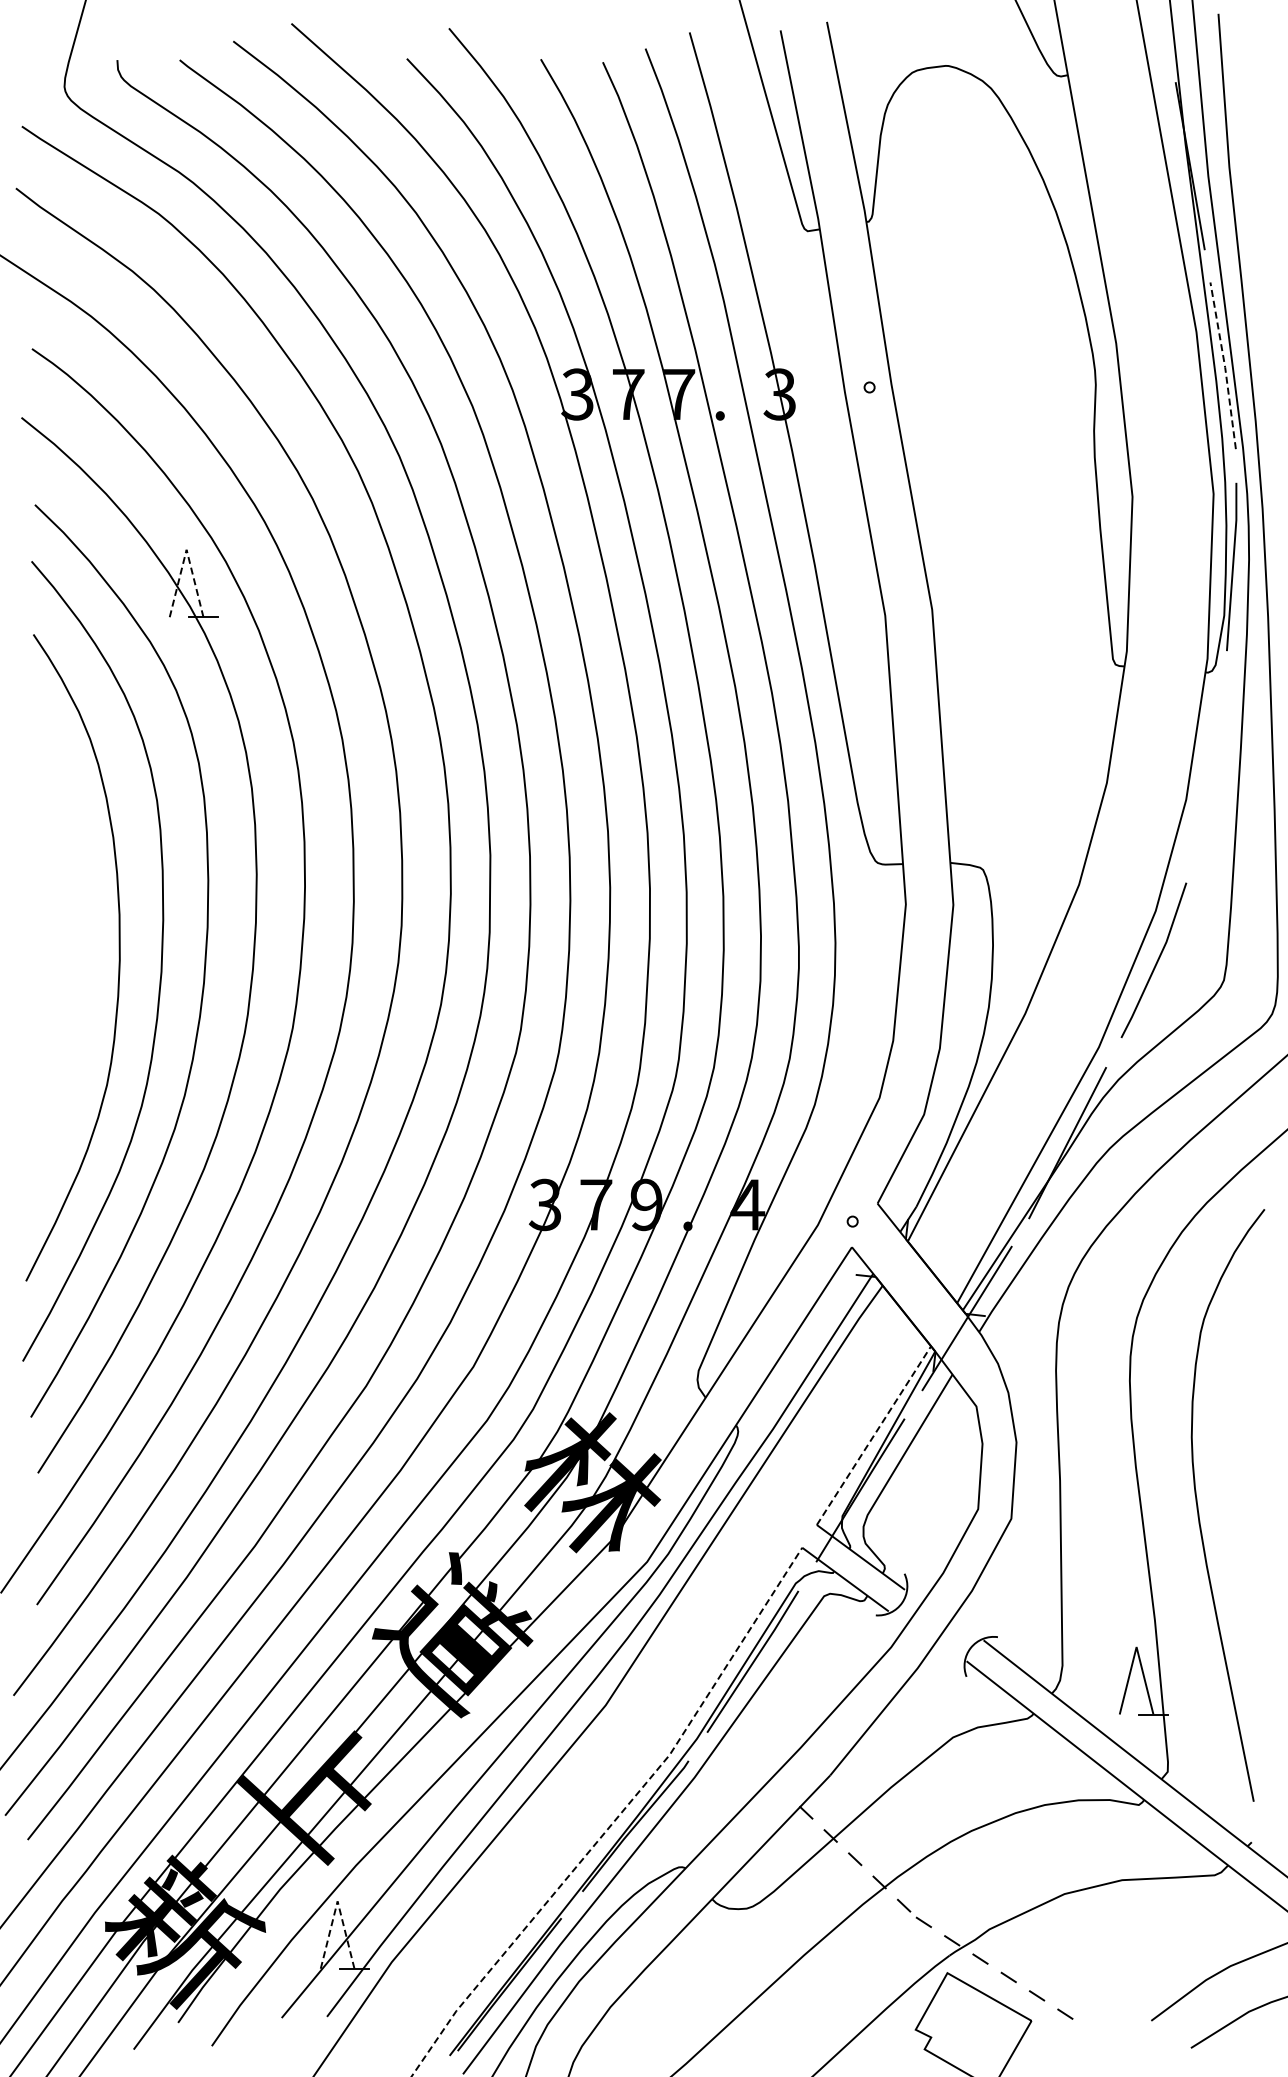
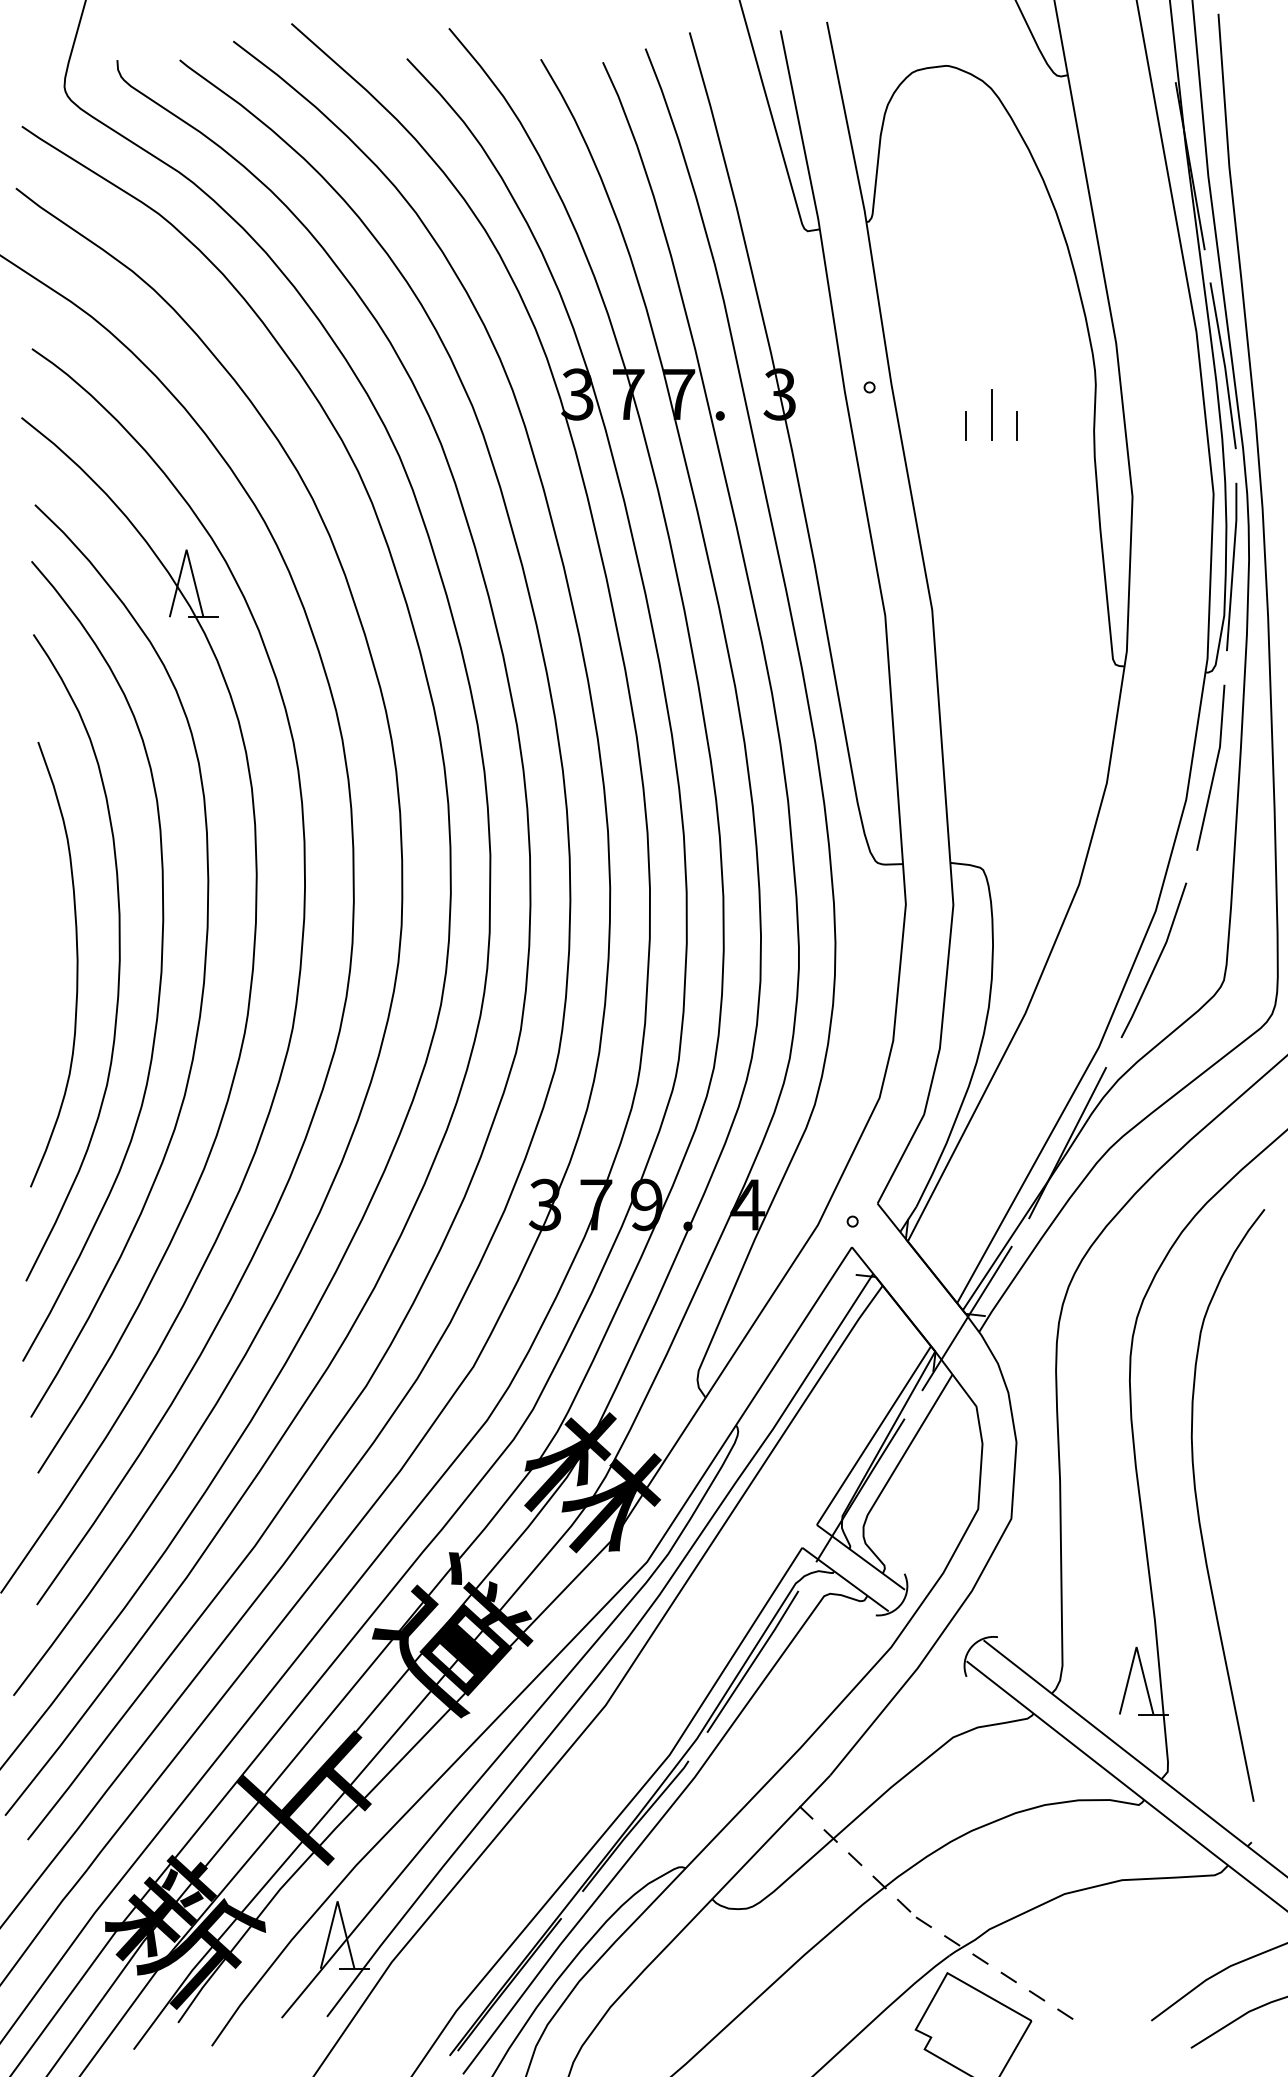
line at (1224, 365): dashed -> solid
line at (991, 414): none -> present
line at (966, 425): none -> present
line at (1016, 425): none -> present
line at (186, 549): dashed -> solid
line at (1214, 767): none -> present
curve at (76, 964): none -> present
line at (874, 1435): dashed -> solid
line at (616, 1818): dashed -> solid
line at (337, 1901): dashed -> solid
